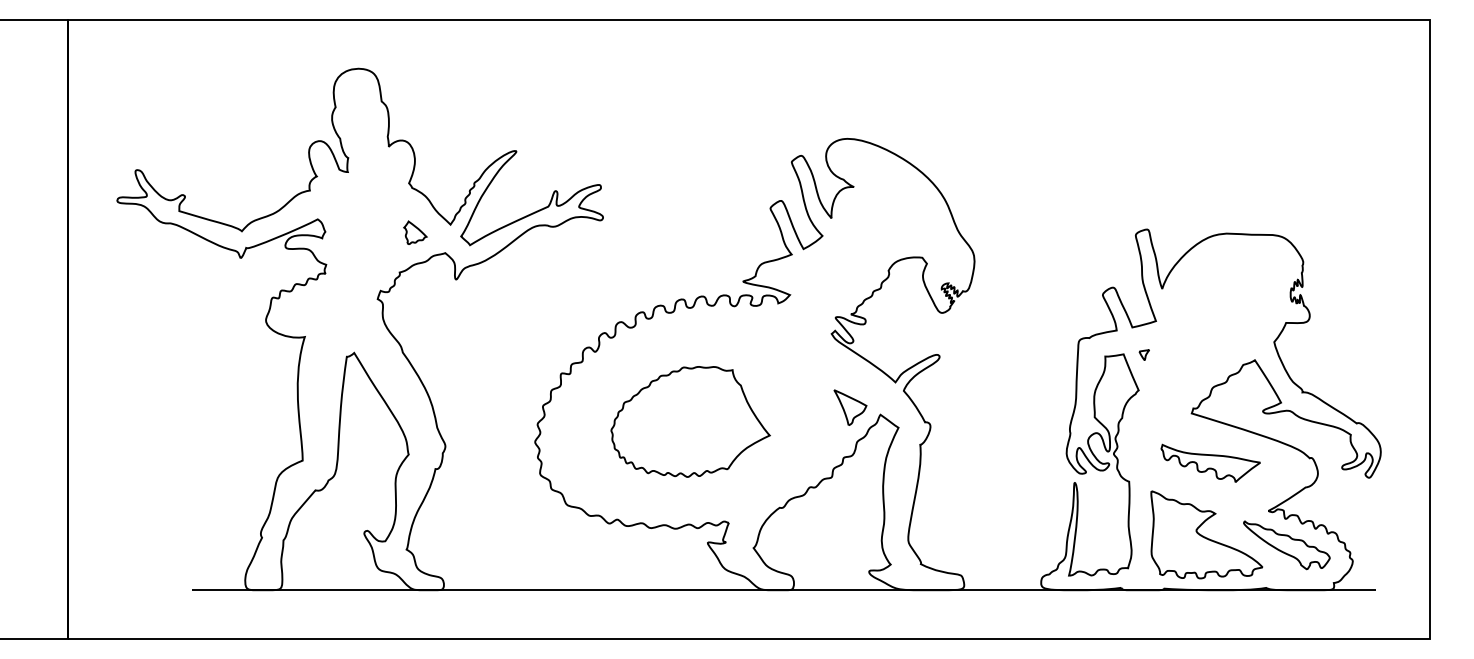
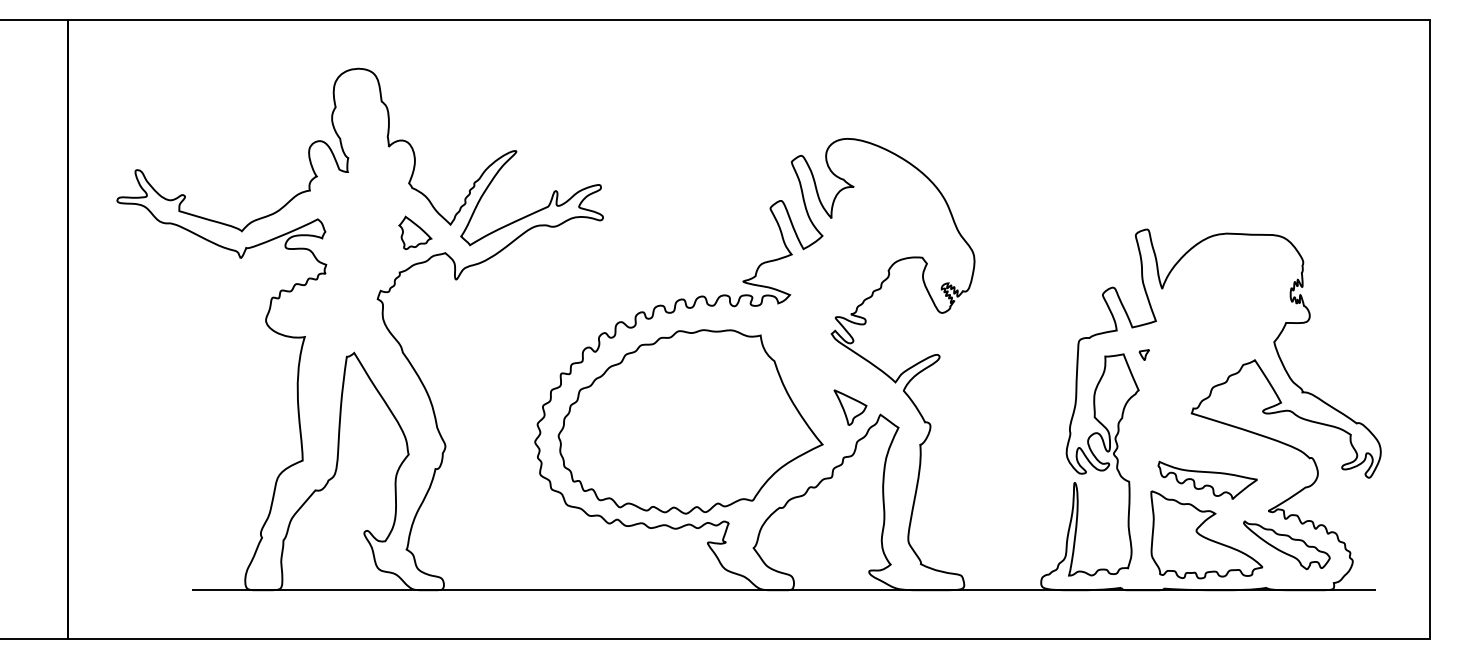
part at (415, 232) size: 25x25 px -> 35x35 px
part at (690, 421) size: 161x112 px -> 267x186 px
part at (1210, 462) position: (1210, 462) -> (1207, 479)
